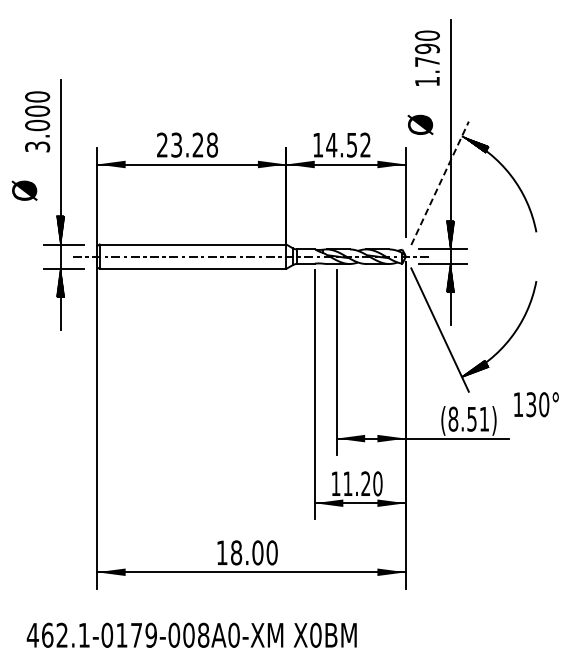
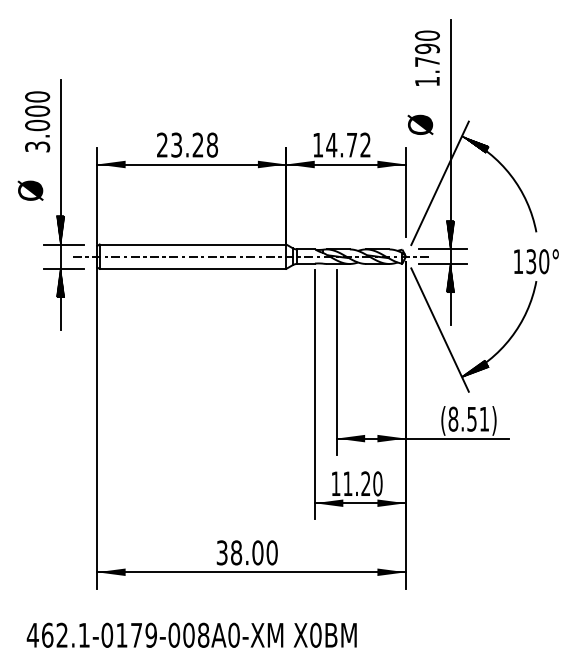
text at (352, 145): 14.52 -> 14.72
line at (440, 182): dashed -> solid
text at (24, 190) position: (24, 190) -> (30, 190)
text at (536, 404) position: (536, 404) -> (536, 261)
text at (221, 552): 18.00 -> 38.00
